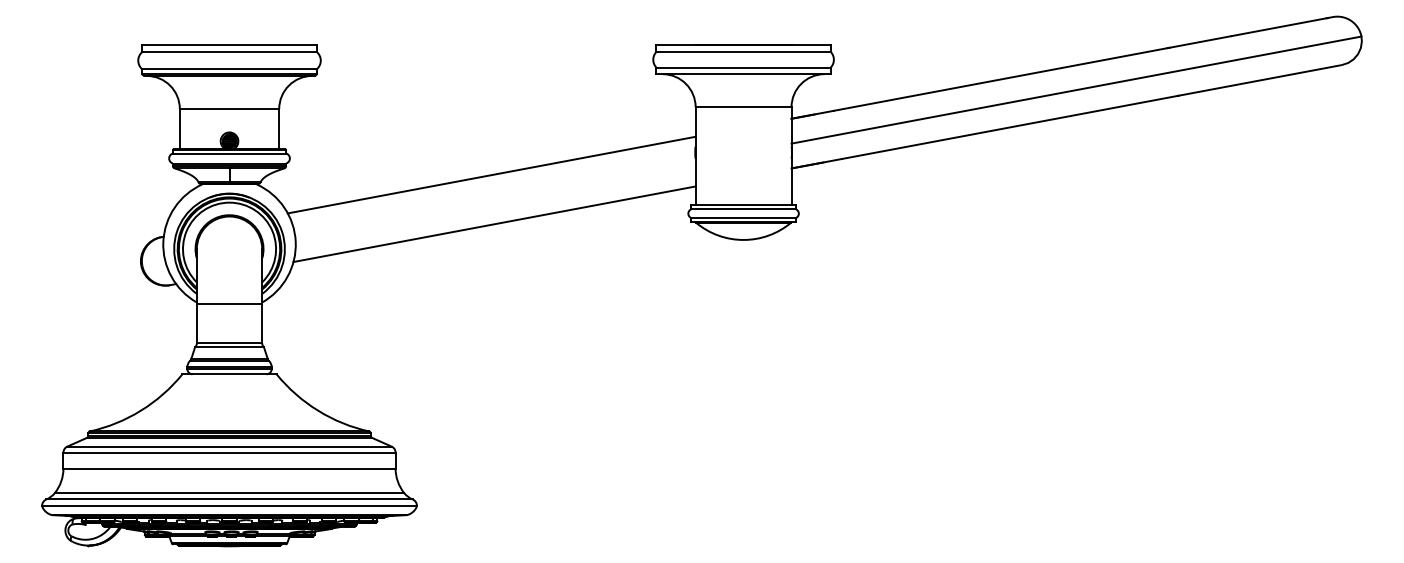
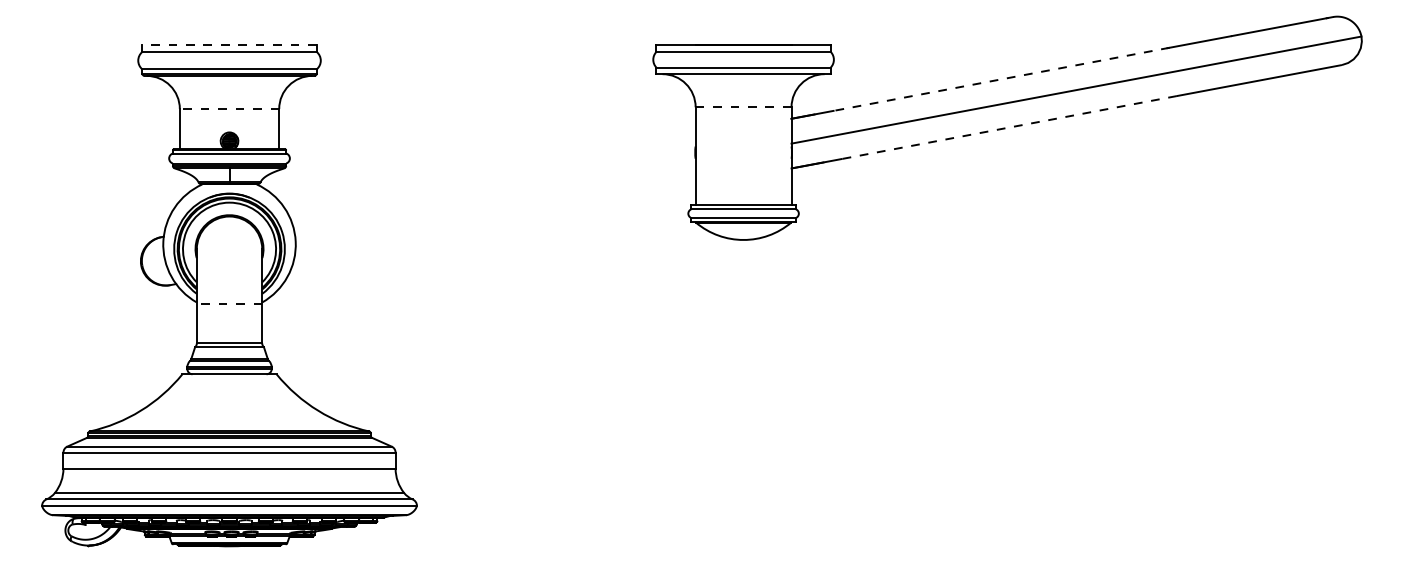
line at (229, 45): solid -> dashed
line at (1001, 79): solid -> dashed
line at (743, 107): solid -> dashed
line at (229, 109): solid -> dashed
line at (1010, 127): solid -> dashed
line at (491, 174): present -> none
line at (494, 224): present -> none
line at (229, 303): solid -> dashed
